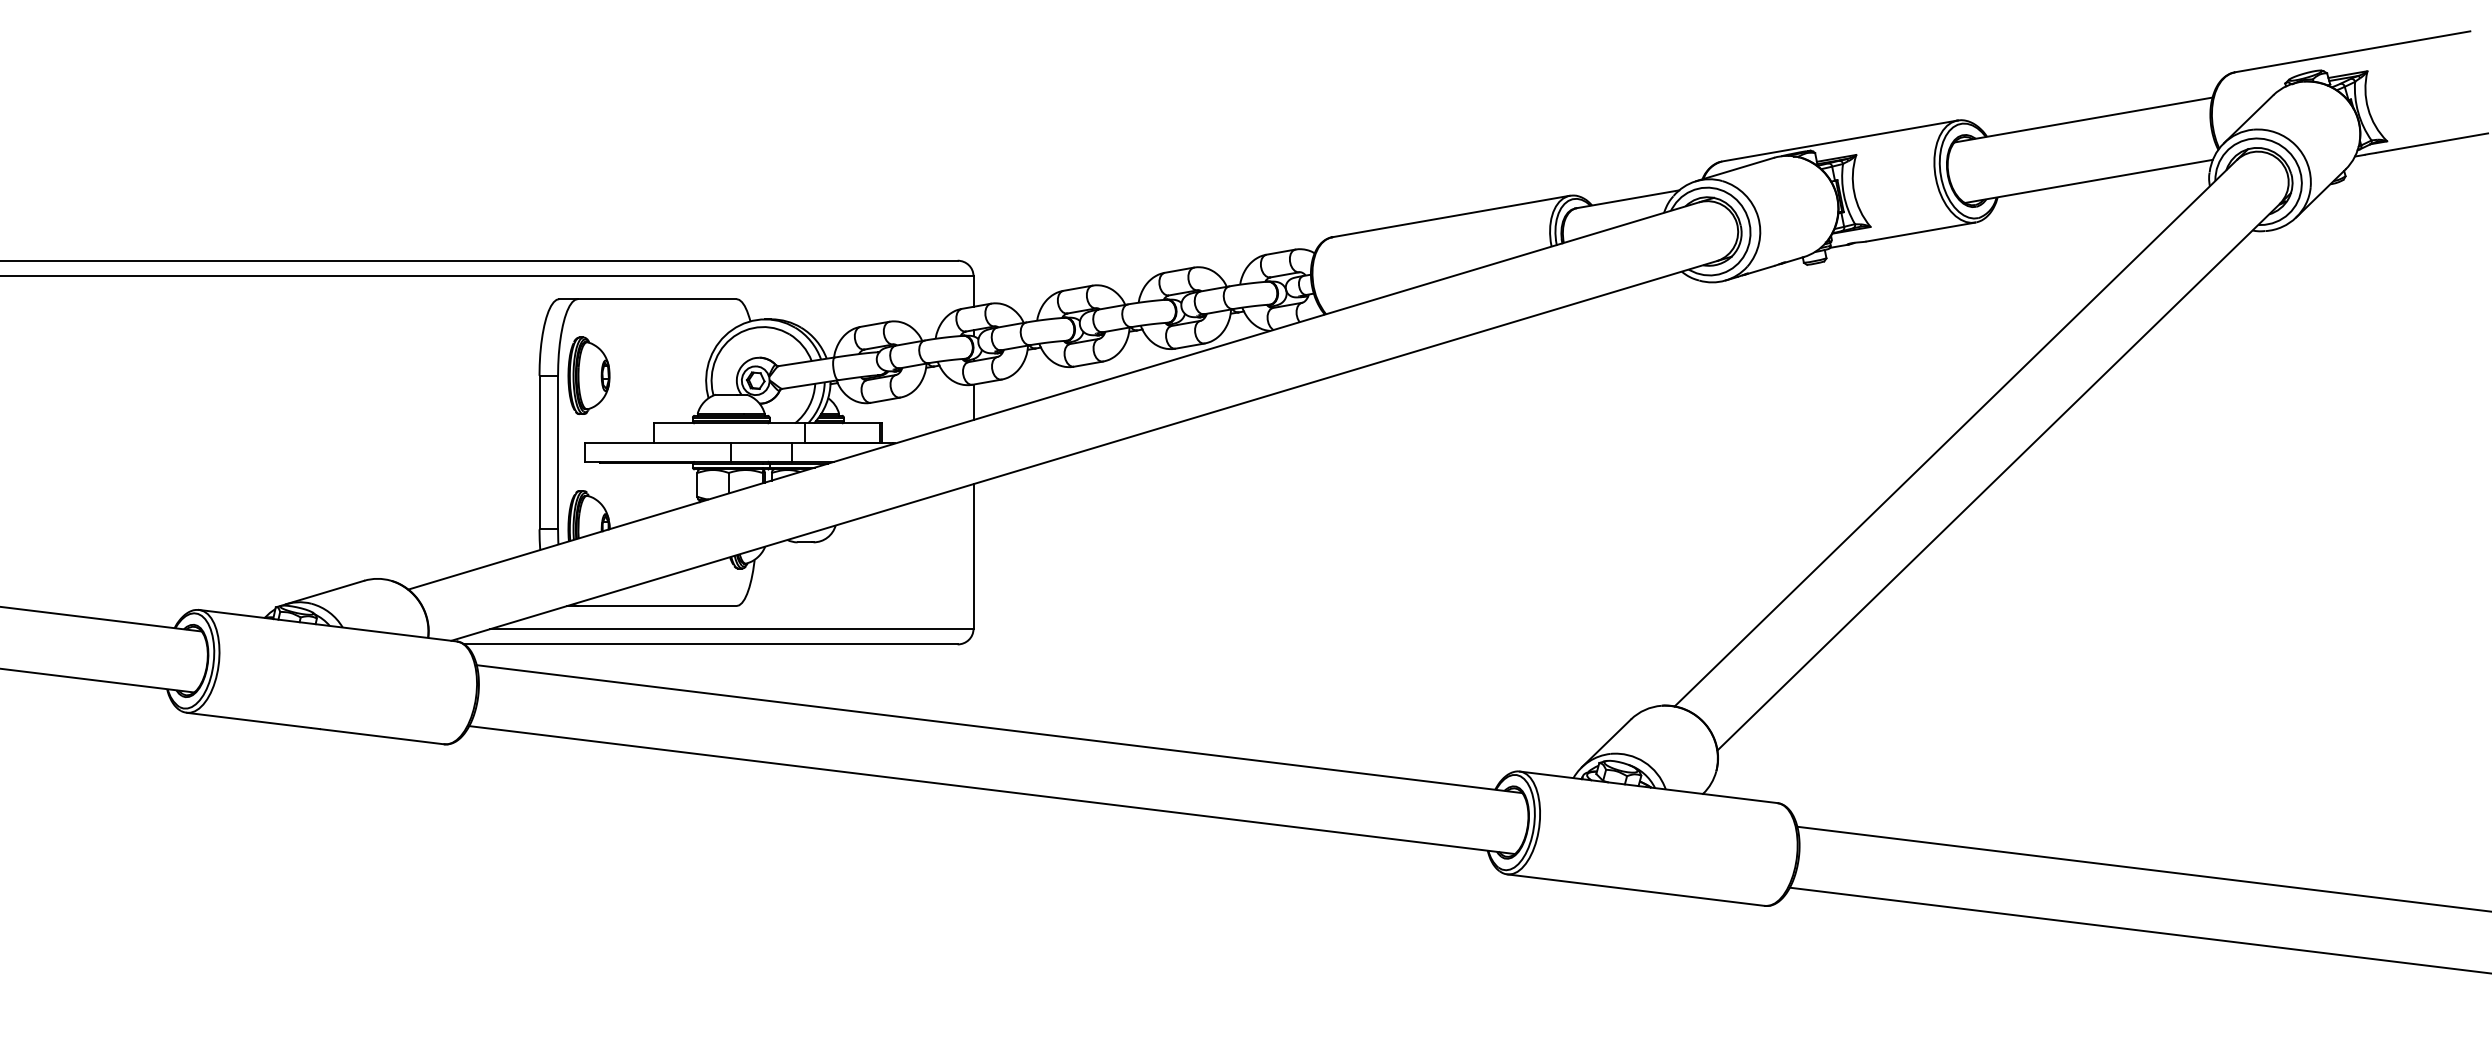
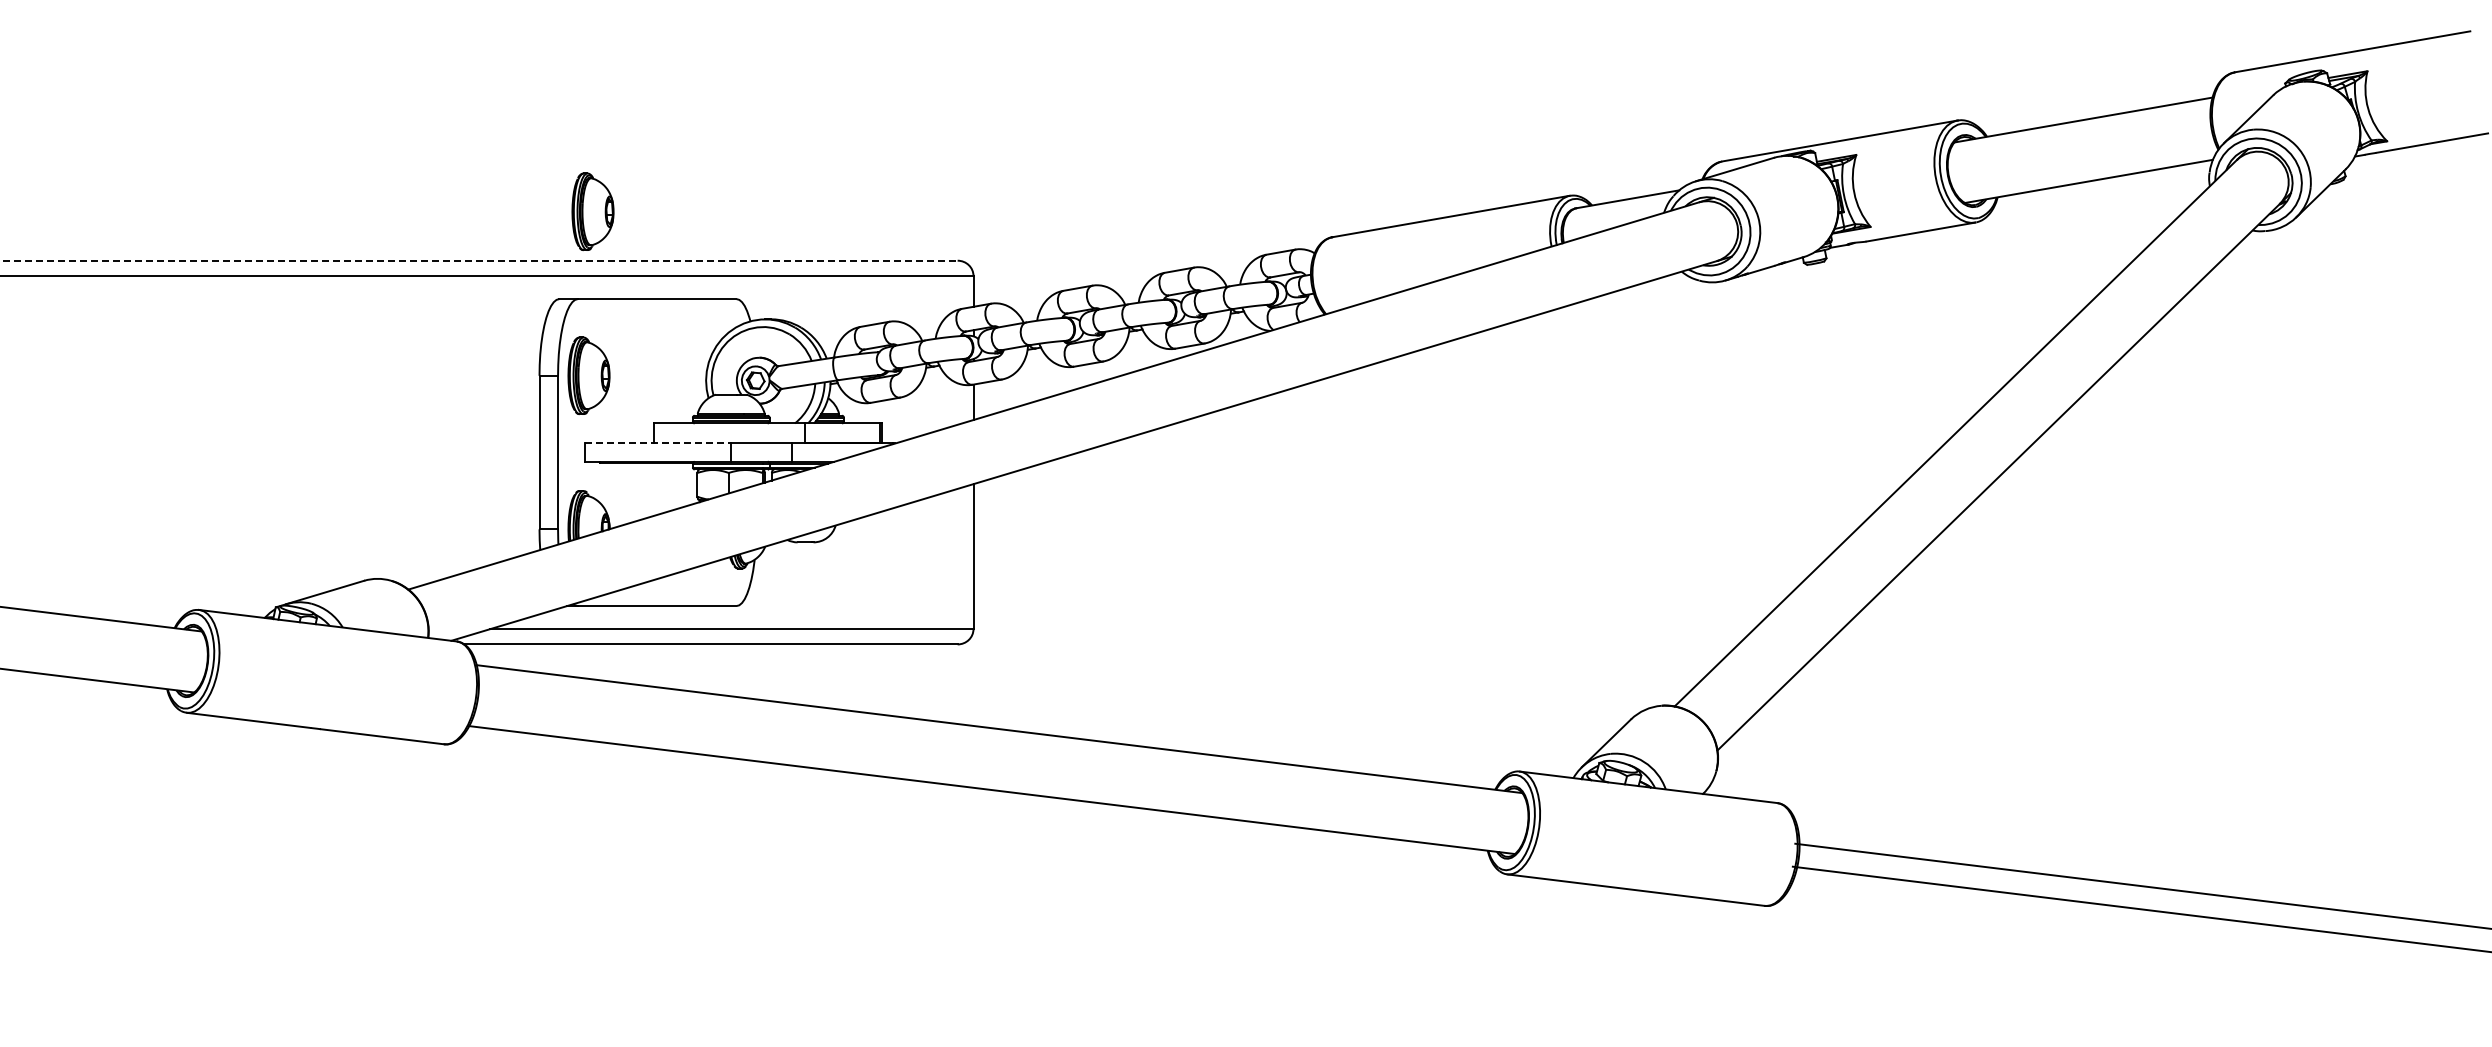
part at (592, 211): none -> present
line at (479, 260): solid -> dashed
line at (658, 442): solid -> dashed
line at (2142, 868) position: (2142, 868) -> (2141, 885)
line at (2138, 930) position: (2138, 930) -> (2140, 908)
